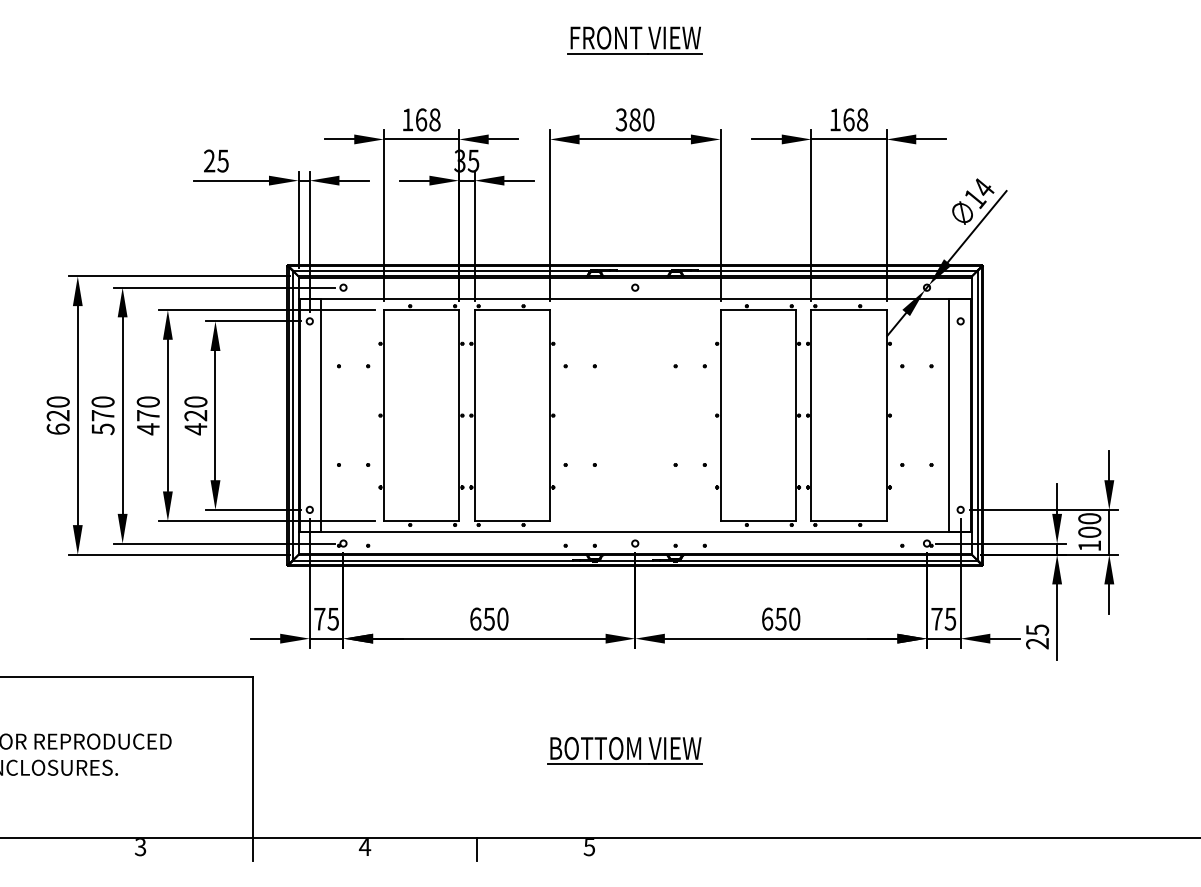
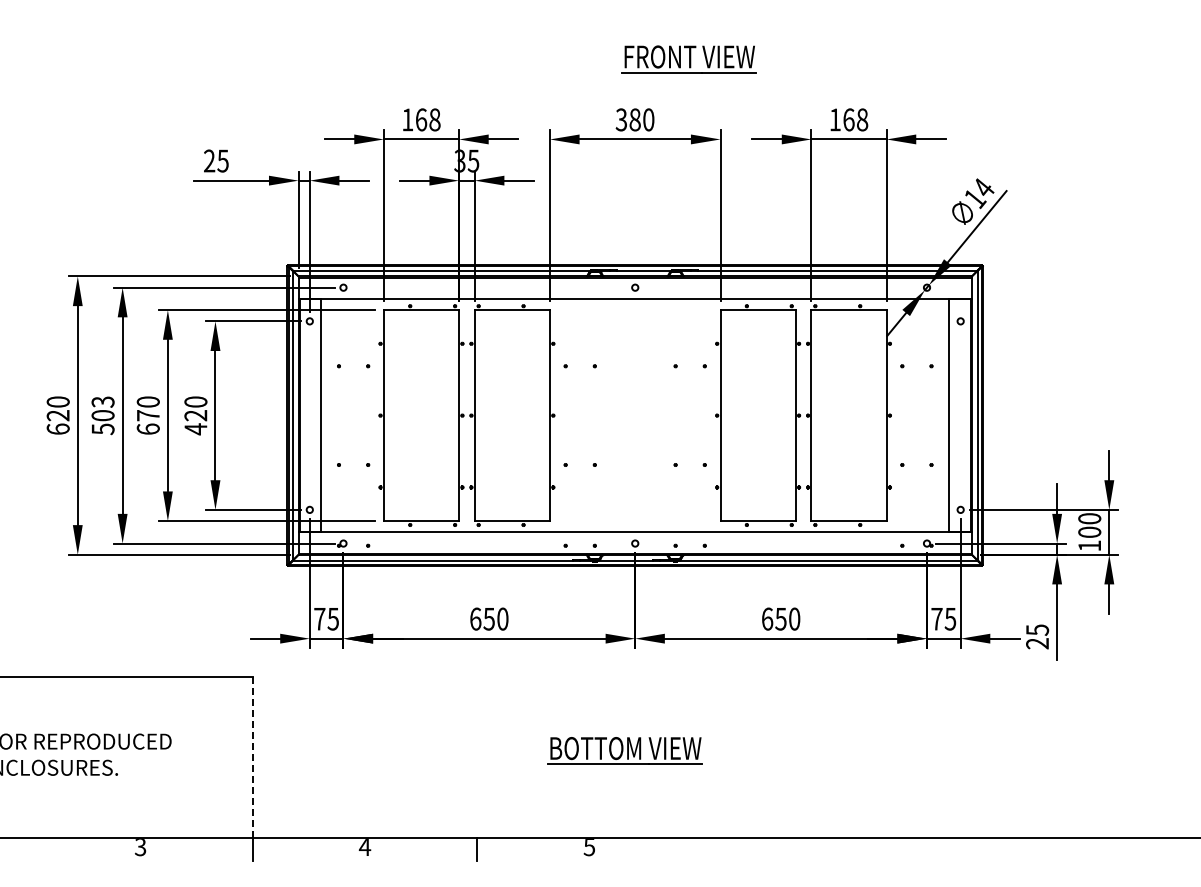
part at (634, 40) position: (634, 40) -> (688, 59)
text at (102, 408): 570 -> 503
text at (147, 429): 470 -> 670
line at (252, 757): solid -> dashed
